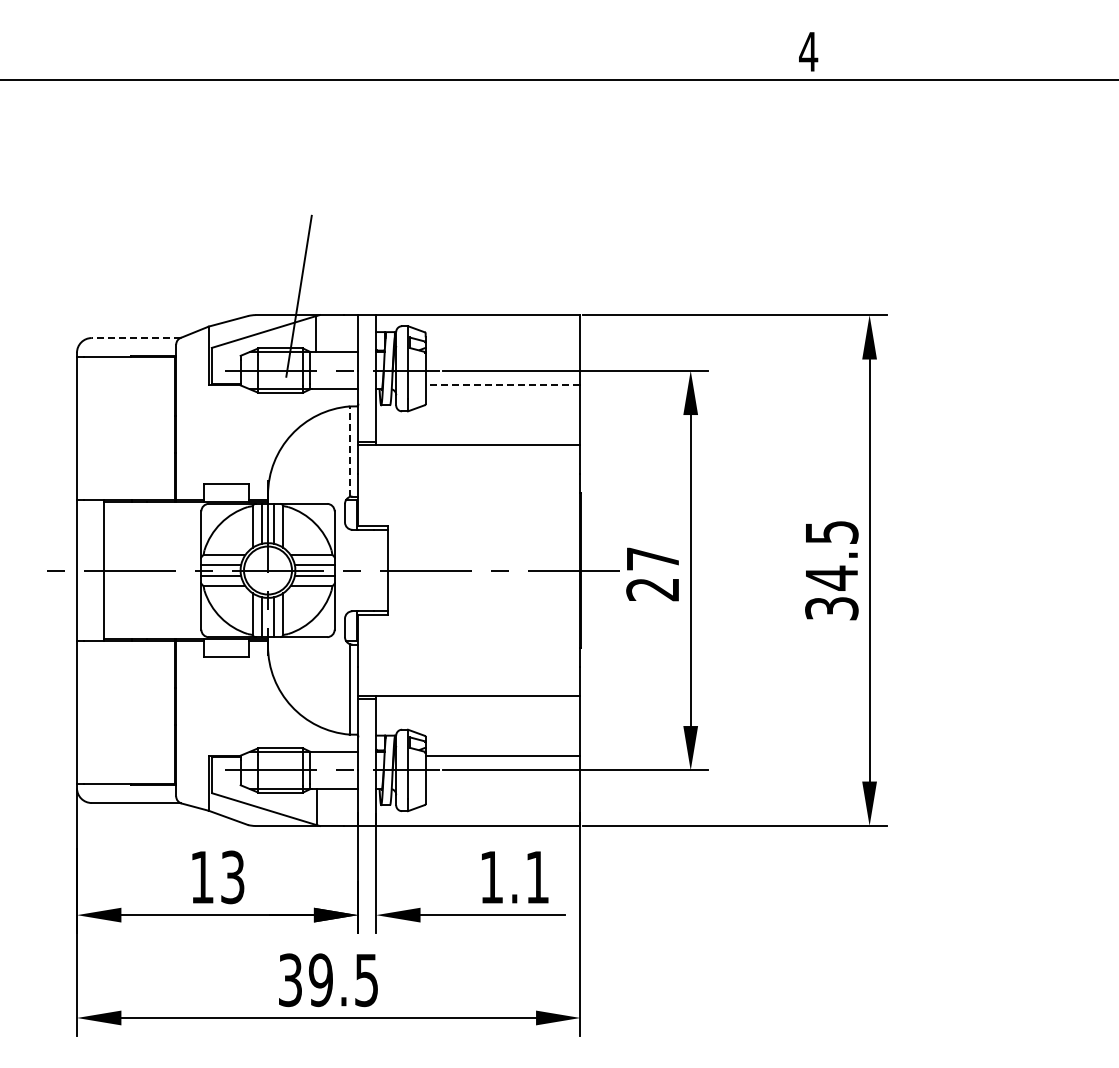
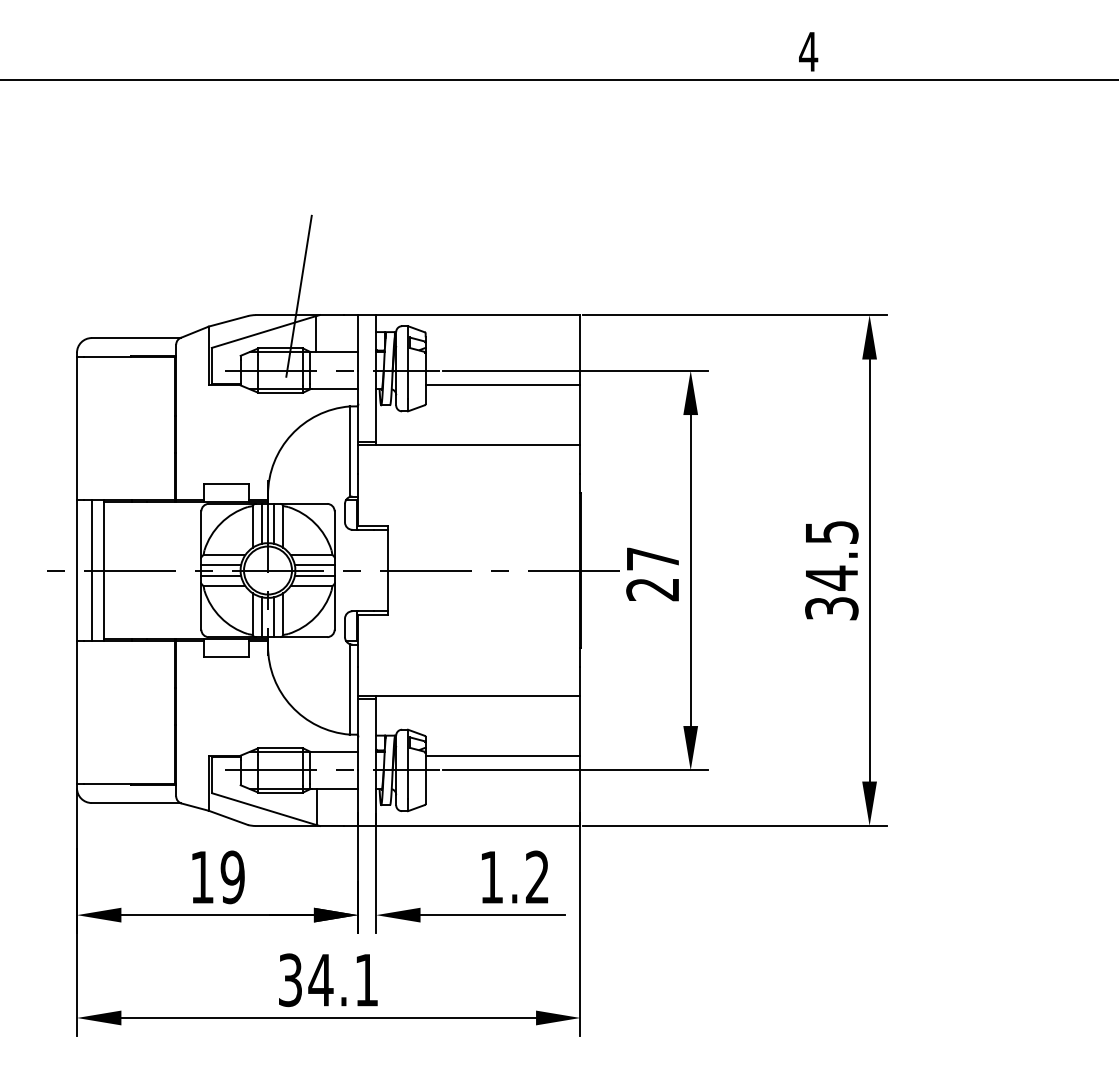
line at (135, 338): dashed -> solid
line at (502, 385): dashed -> solid
line at (349, 451): dashed -> solid
line at (91, 570): none -> present
text at (537, 876): 1.1 -> 1.2
text at (232, 877): 13 -> 19
text at (342, 980): 39.5 -> 34.1
